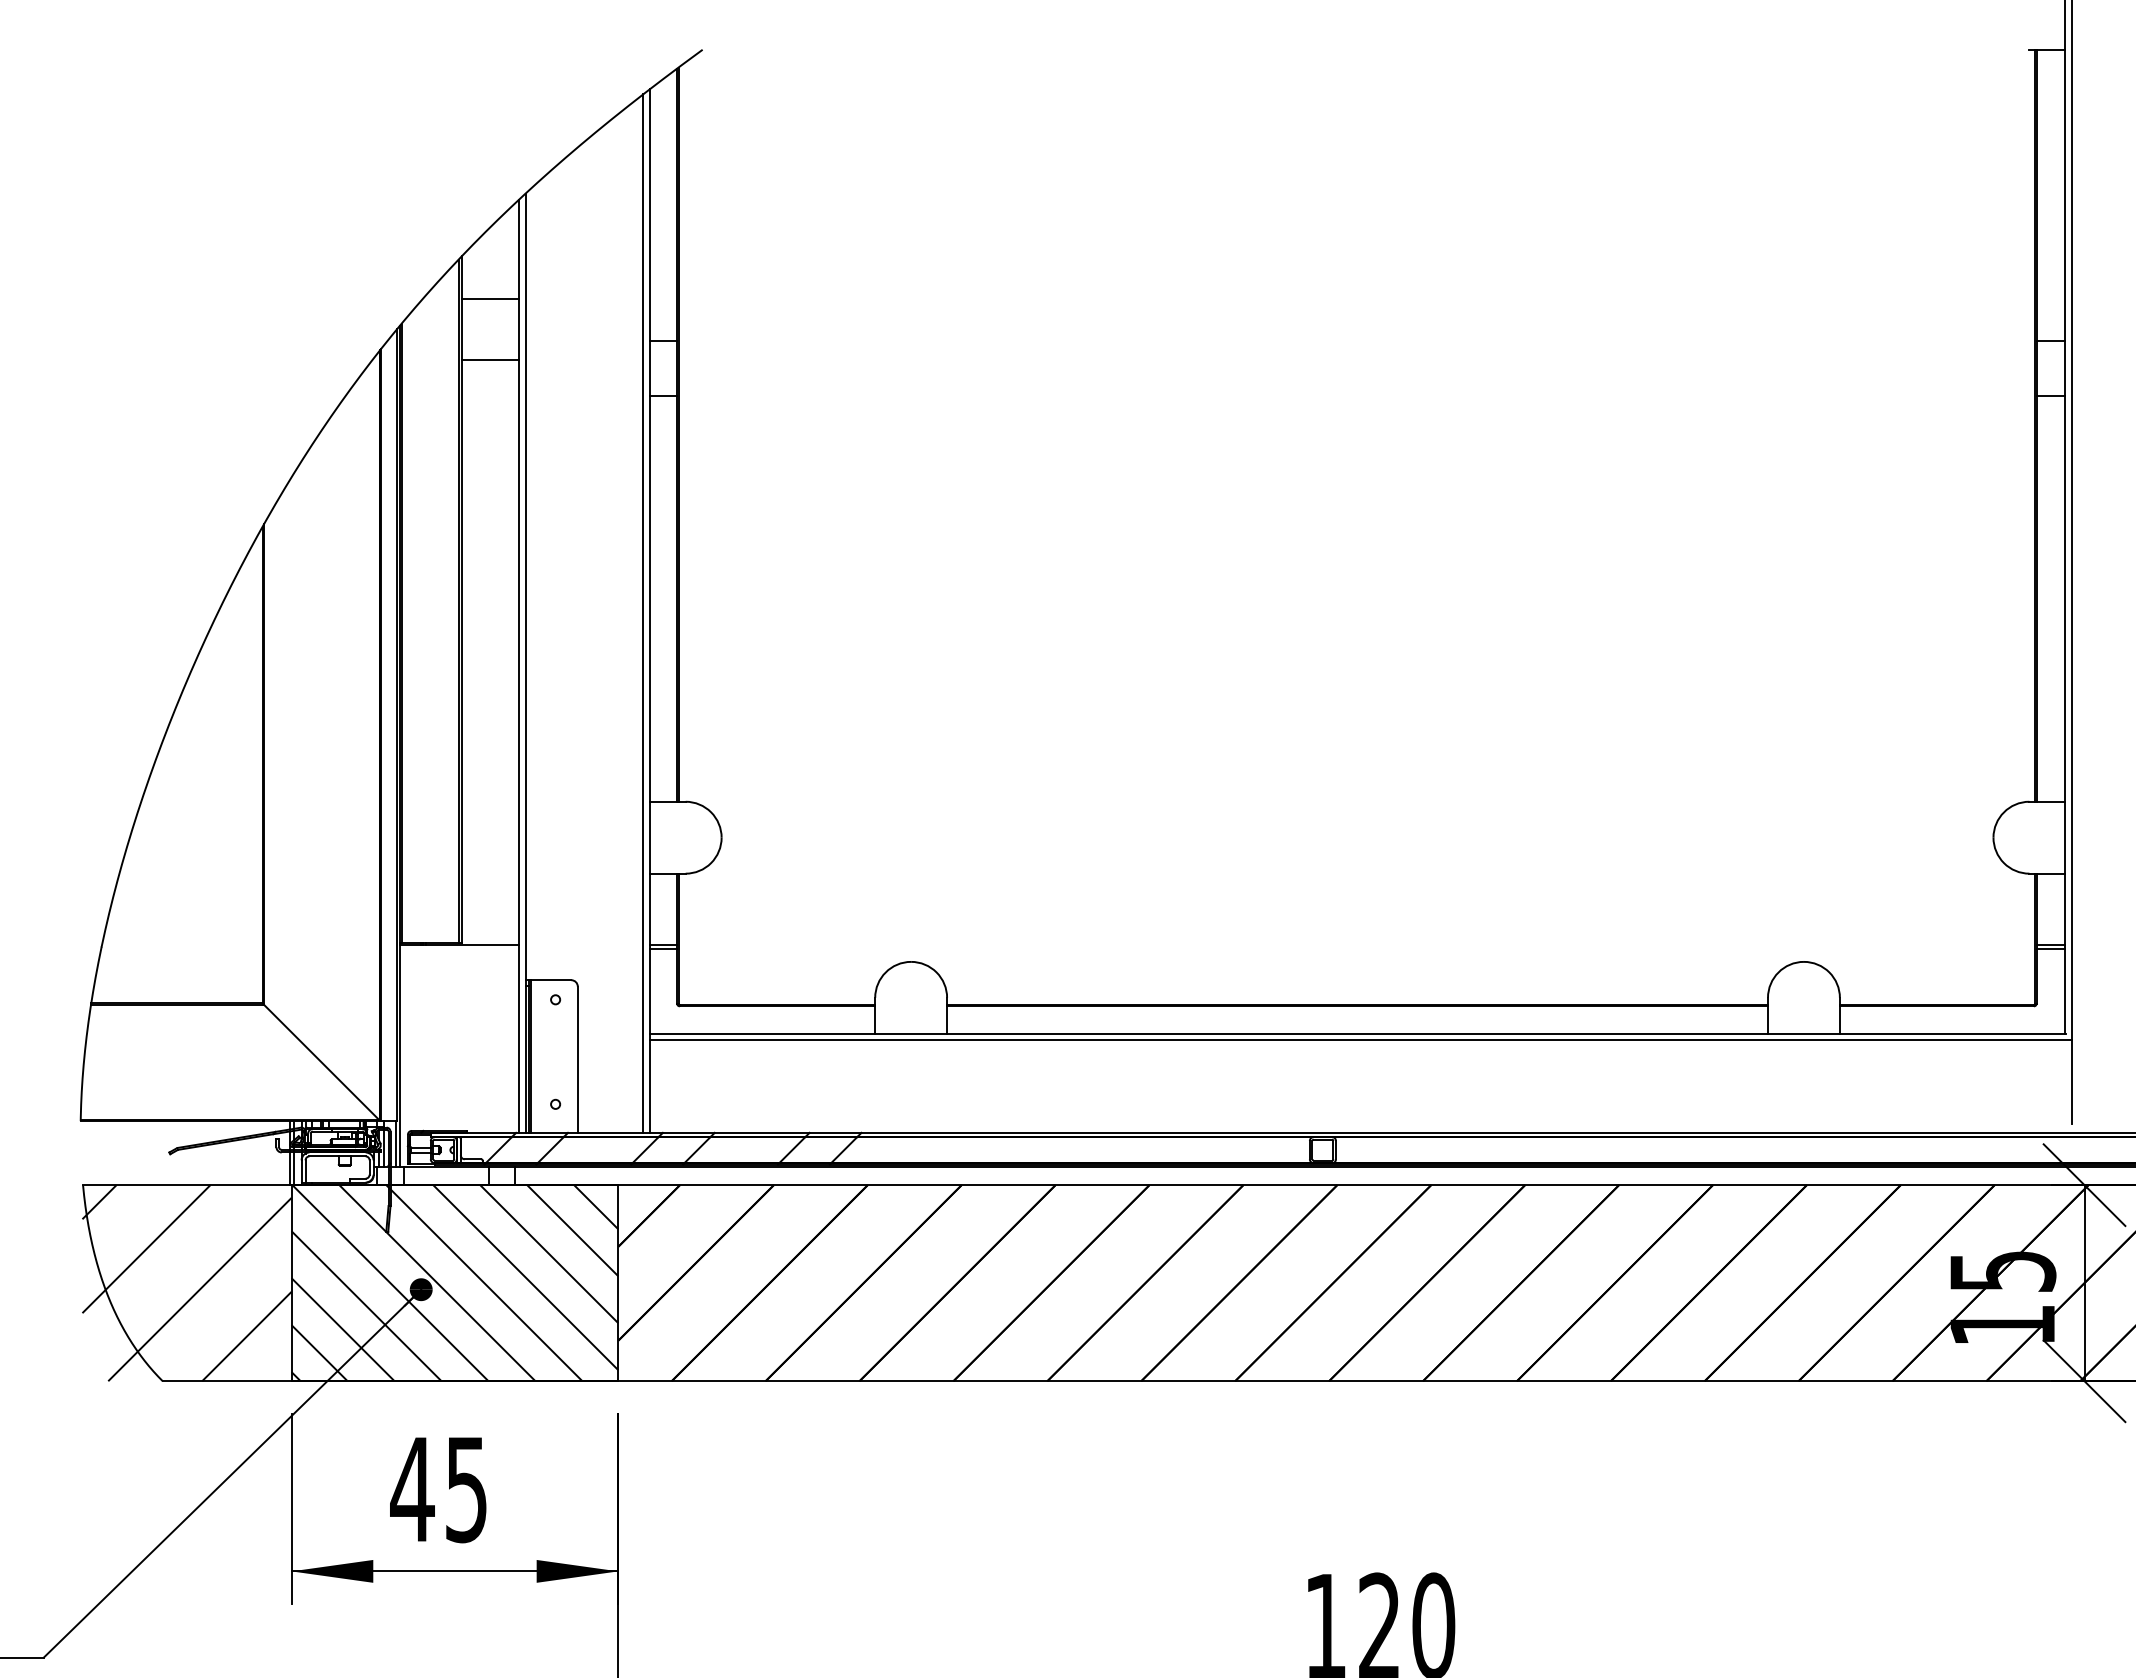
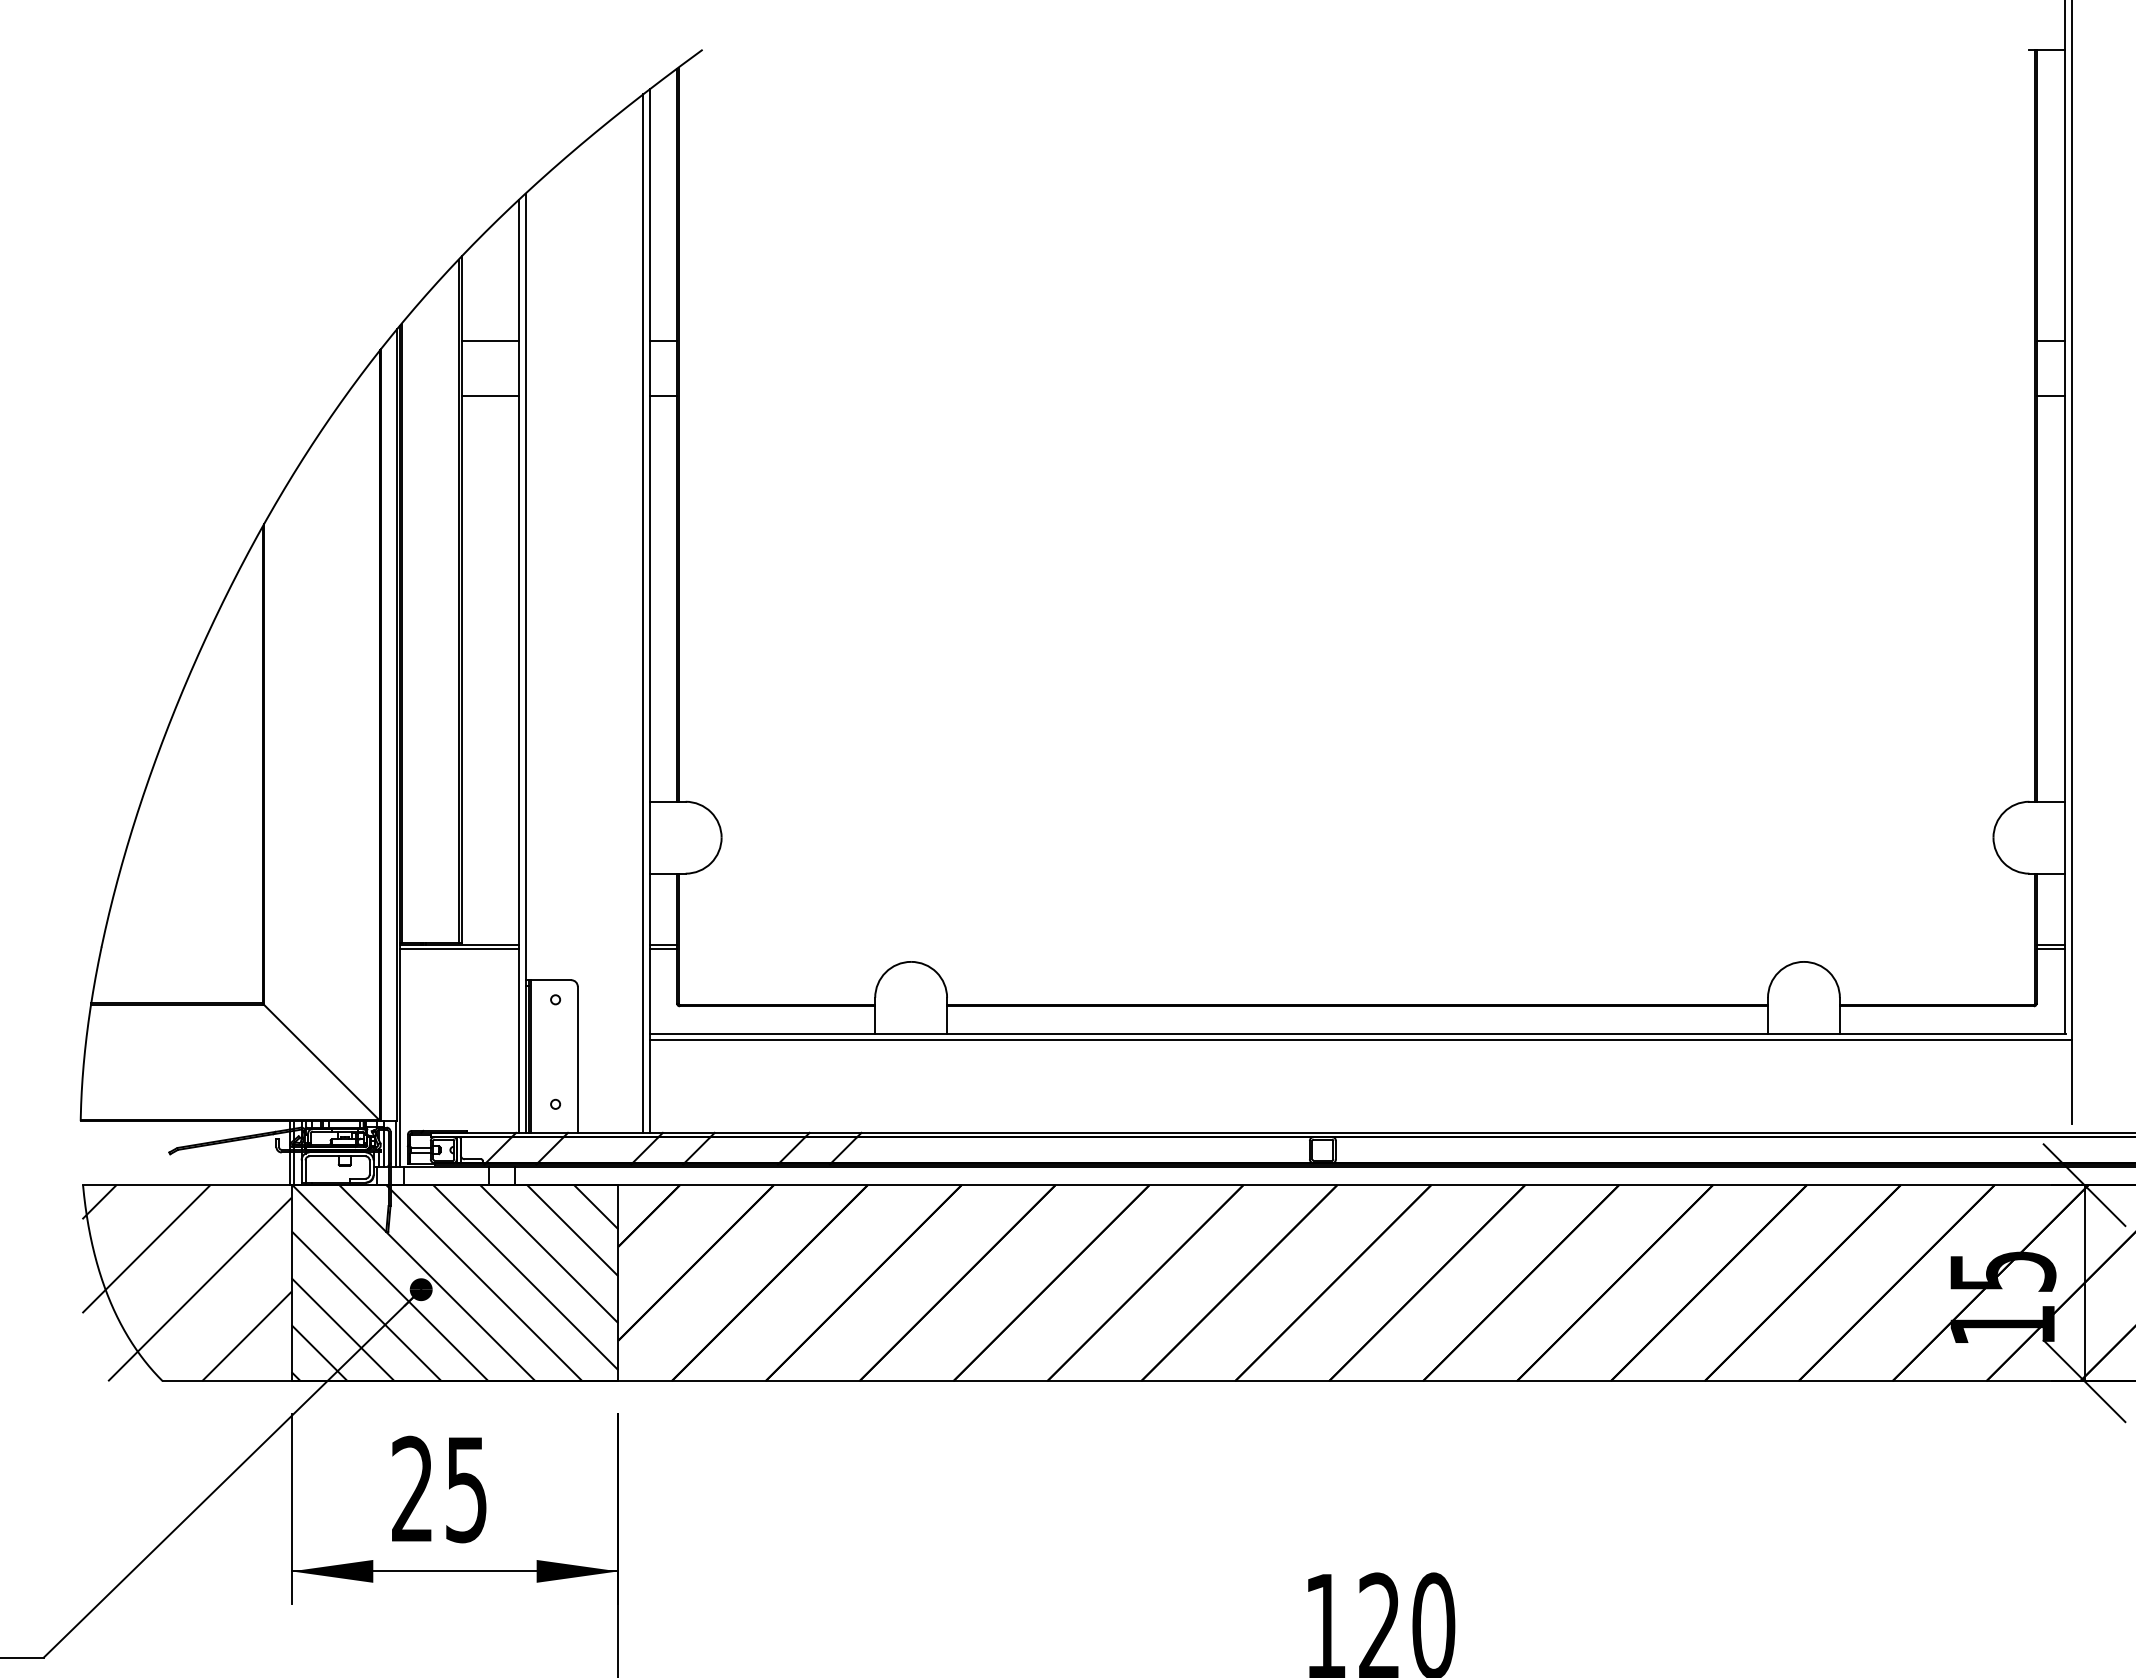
line at (490, 299) position: (490, 299) -> (490, 341)
line at (490, 360) position: (490, 360) -> (490, 396)
line at (459, 949): none -> present
text at (412, 1488): 45 -> 25
